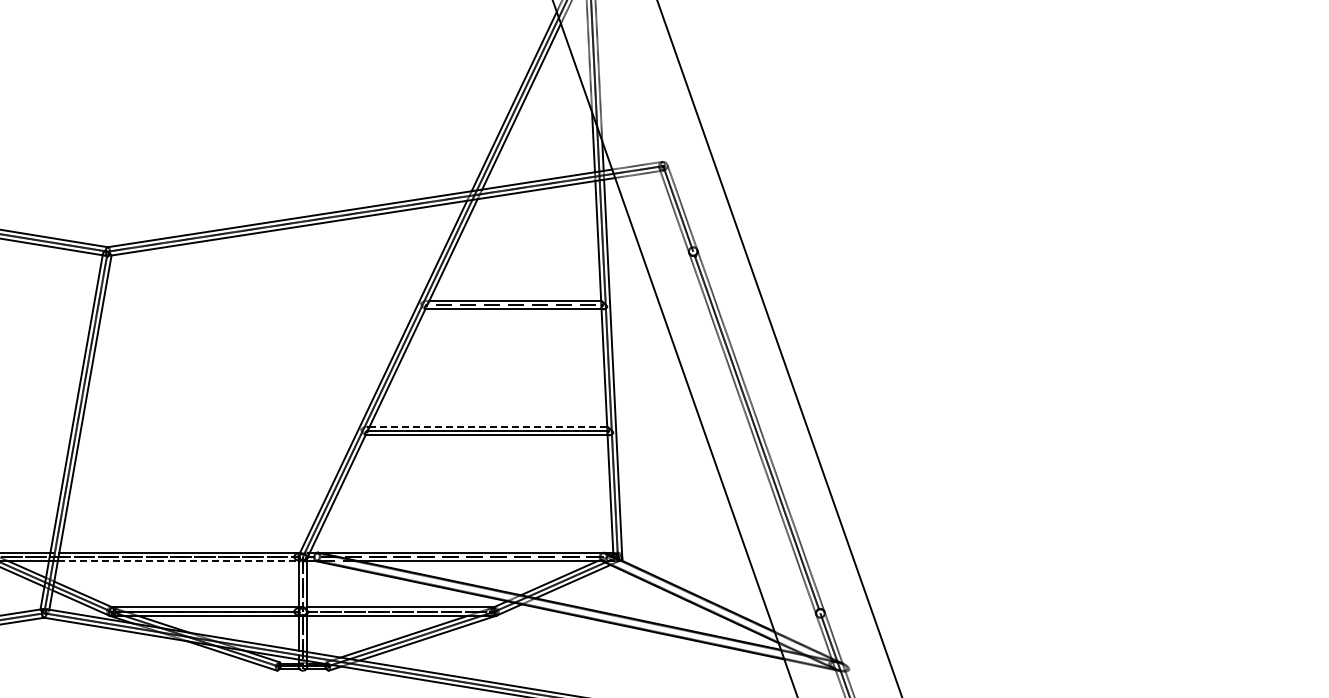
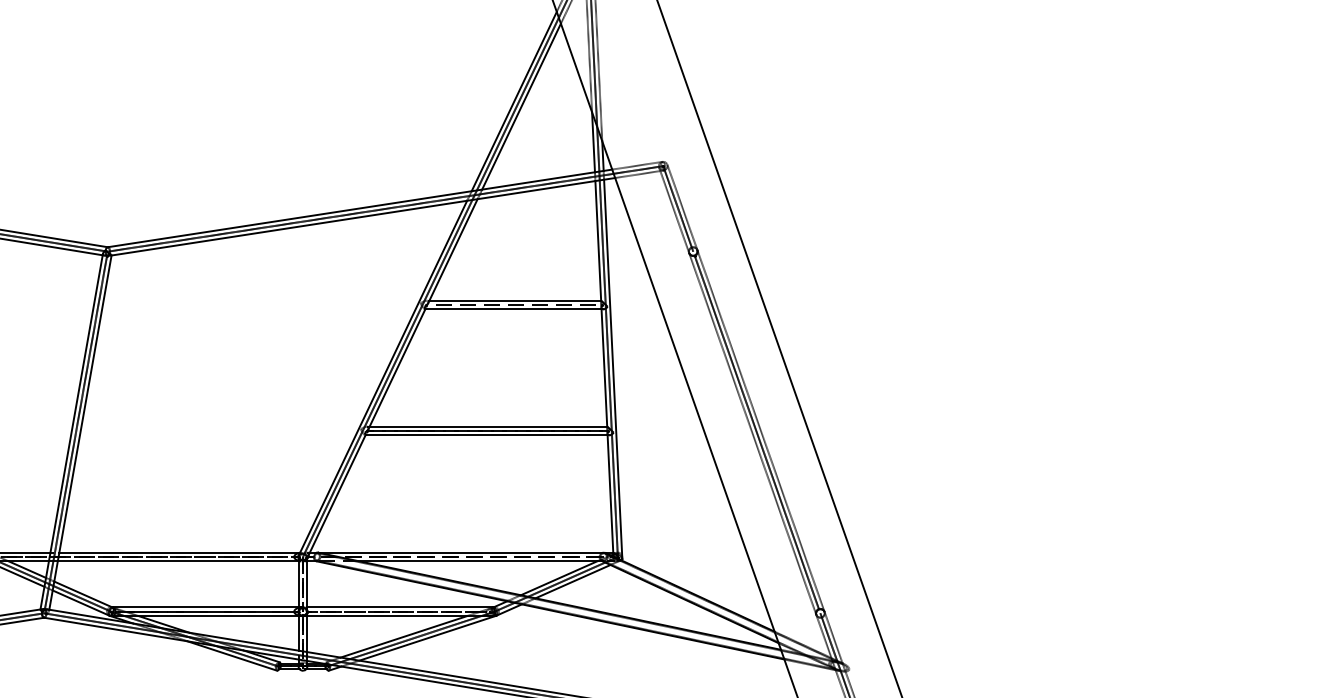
line at (488, 426): dashed -> solid
line at (179, 561): dashed -> solid
